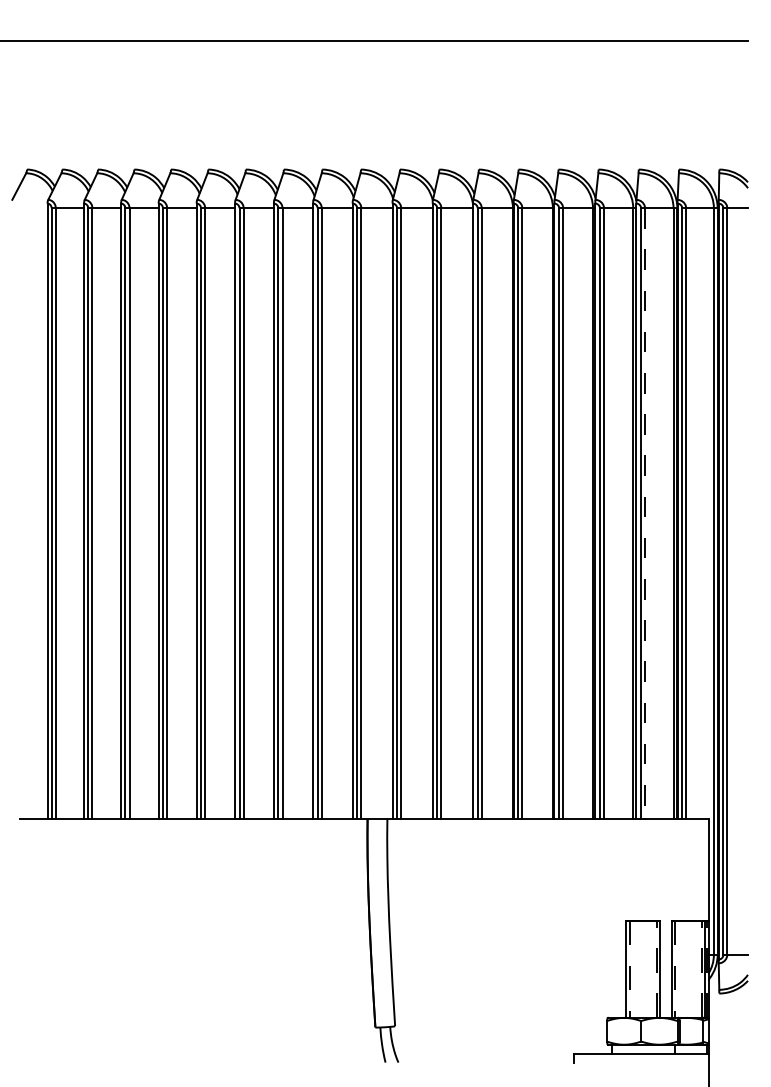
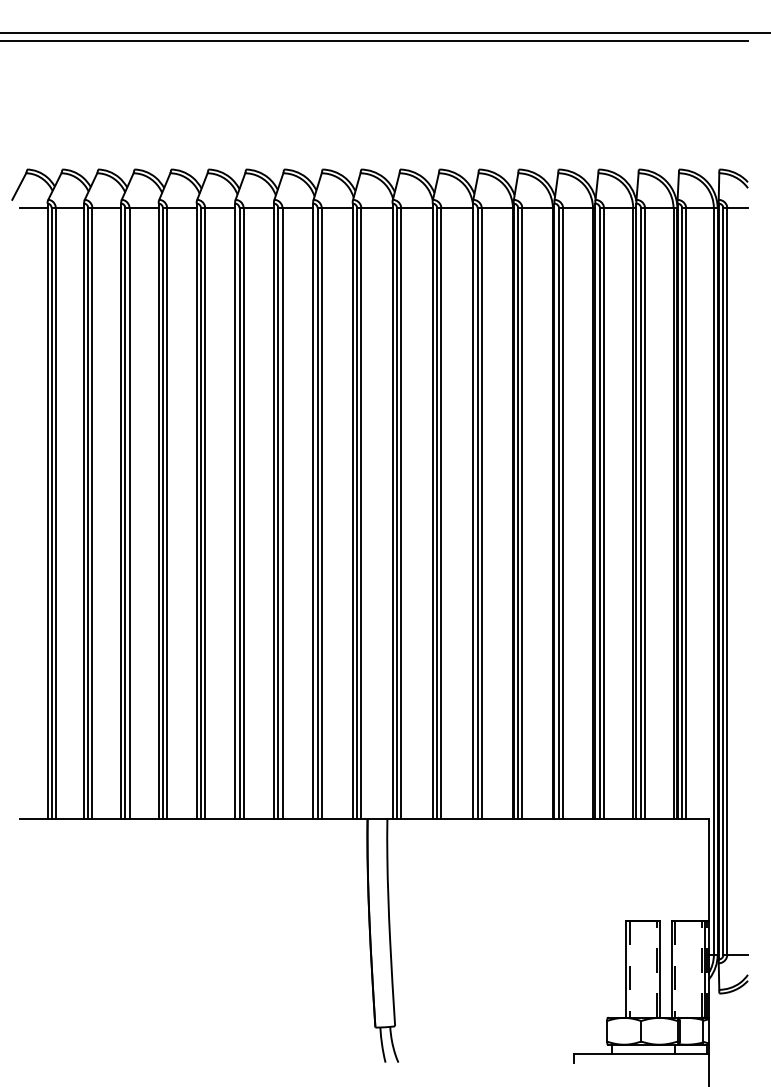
line at (384, 32): none -> present
line at (33, 208): none -> present
line at (645, 514): dashed -> solid
